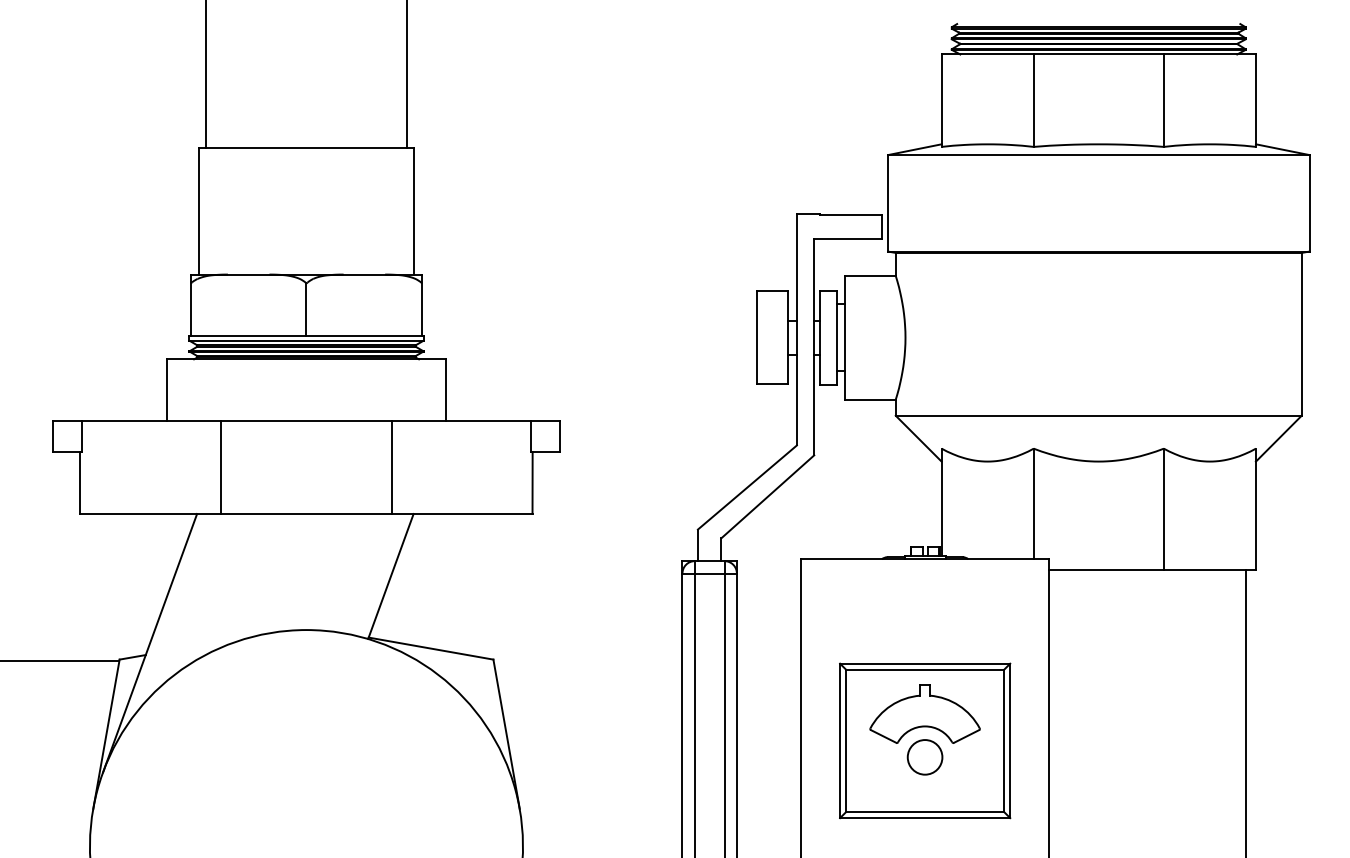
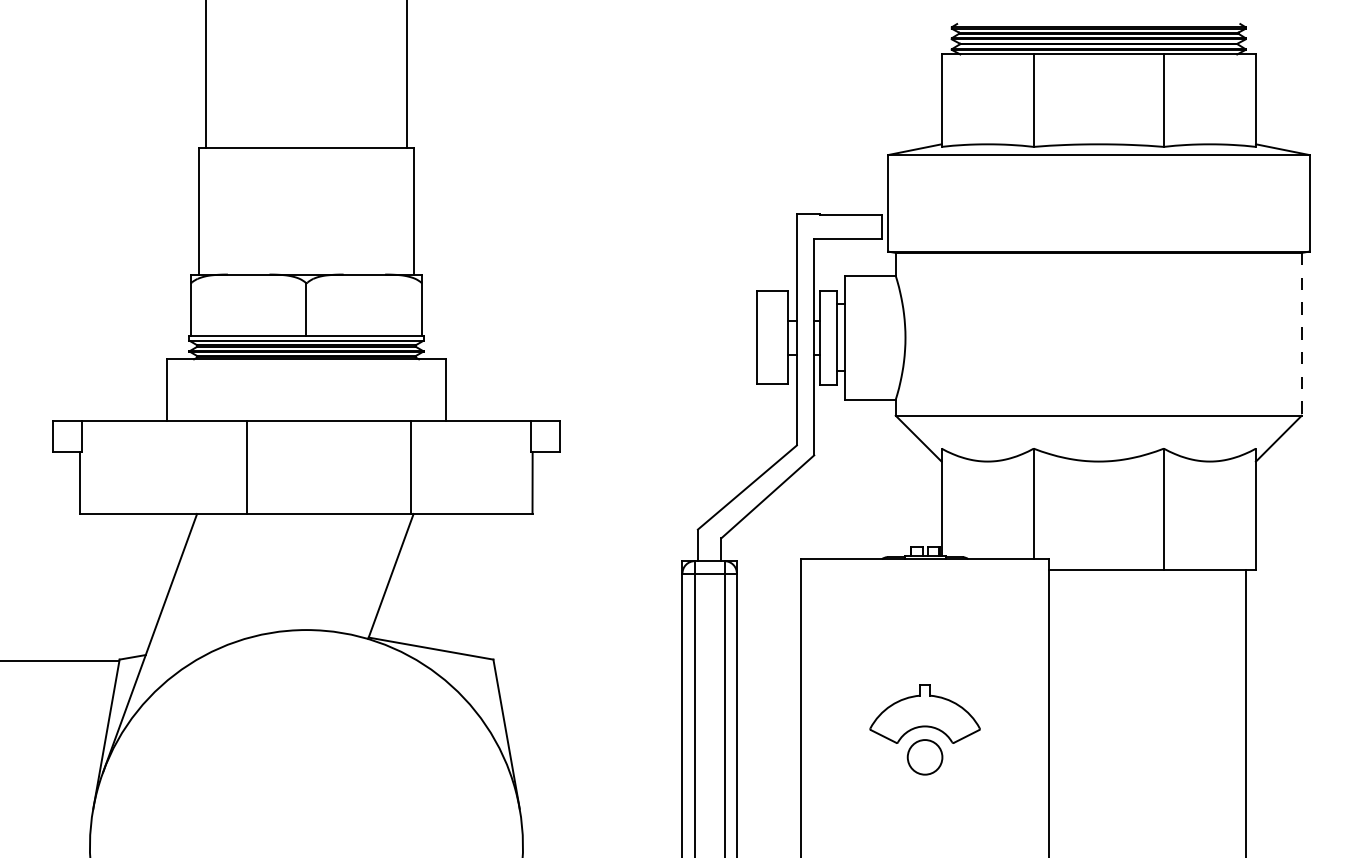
line at (1301, 334): solid -> dashed
line at (221, 467) position: (221, 467) -> (247, 467)
line at (391, 467) position: (391, 467) -> (410, 467)
part at (925, 740): present -> none
